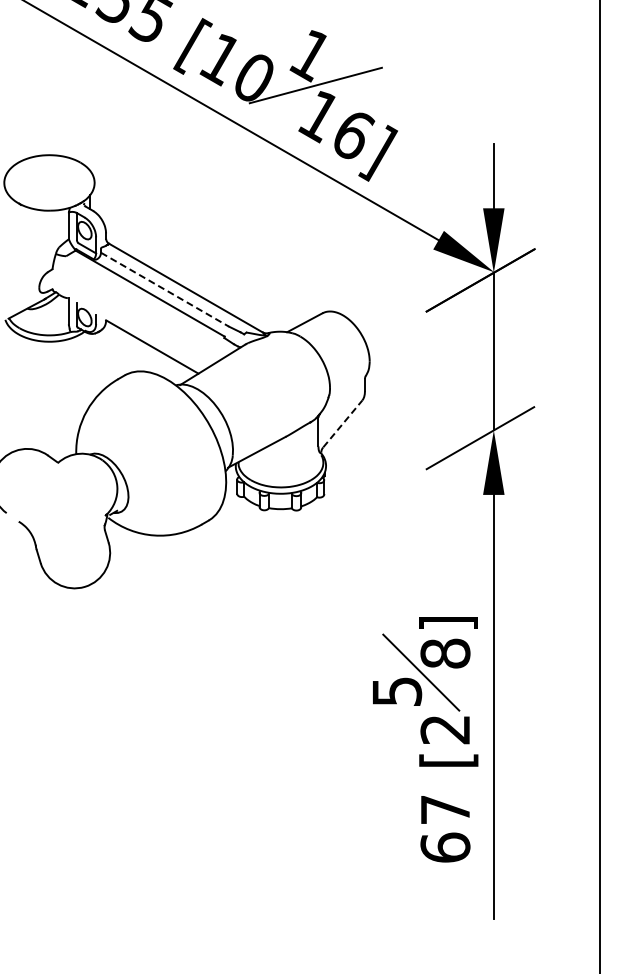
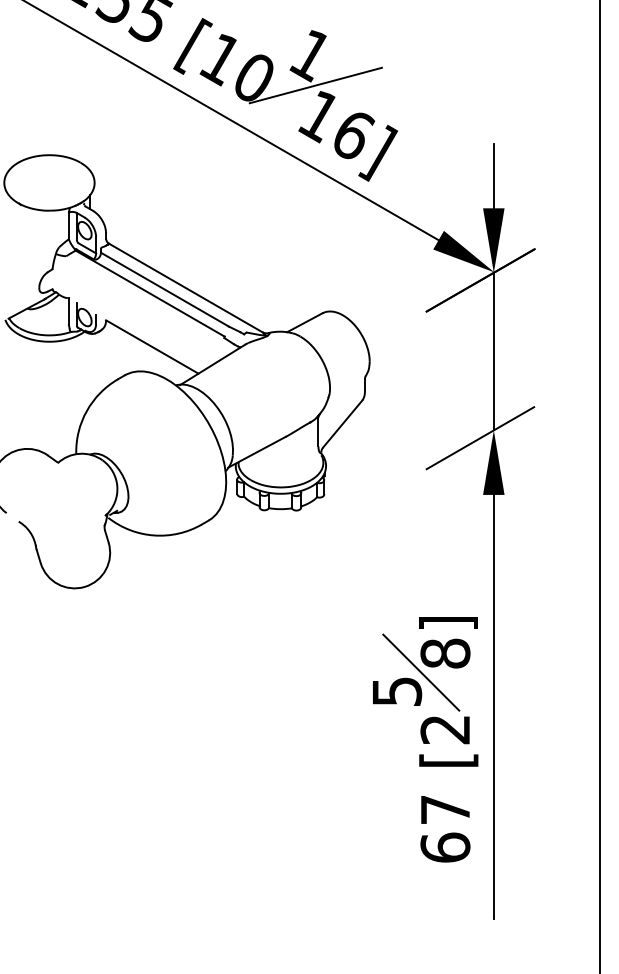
line at (165, 289): dashed -> solid
line at (343, 423): dashed -> solid
